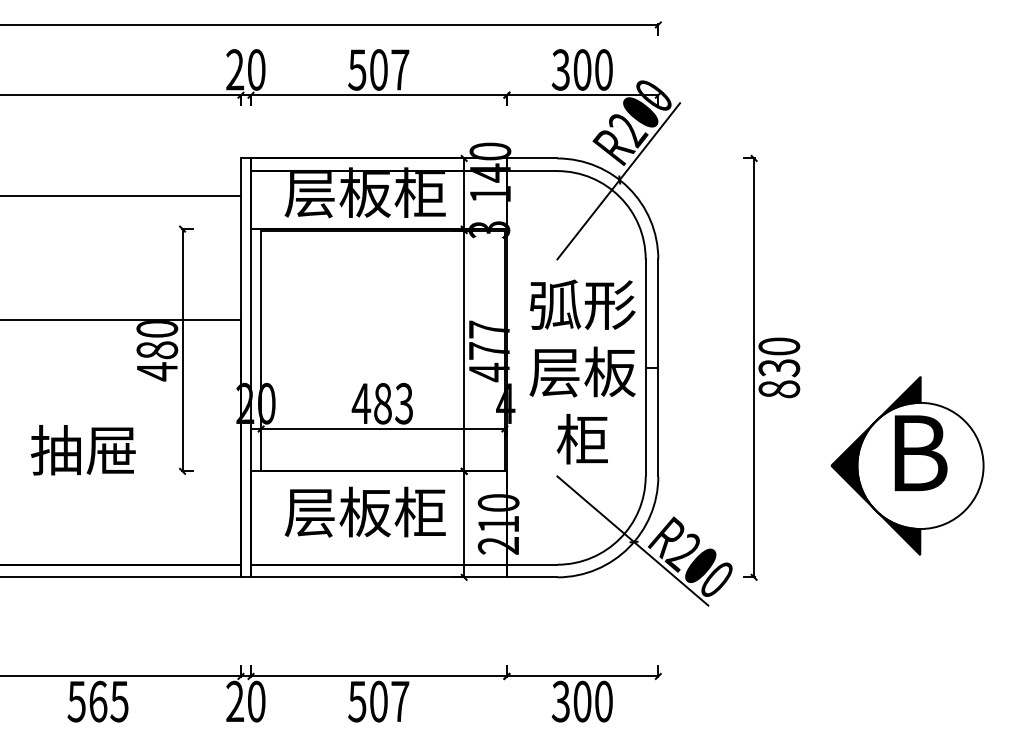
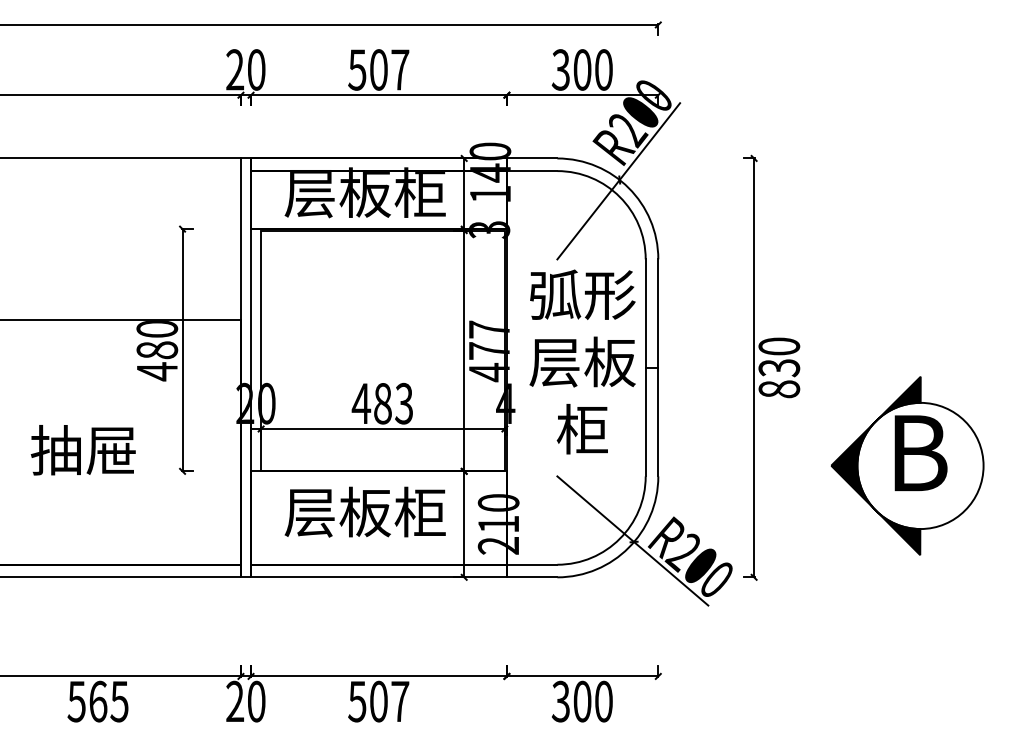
line at (121, 196) position: (121, 196) -> (121, 158)
text at (582, 371) position: (582, 371) -> (582, 361)
